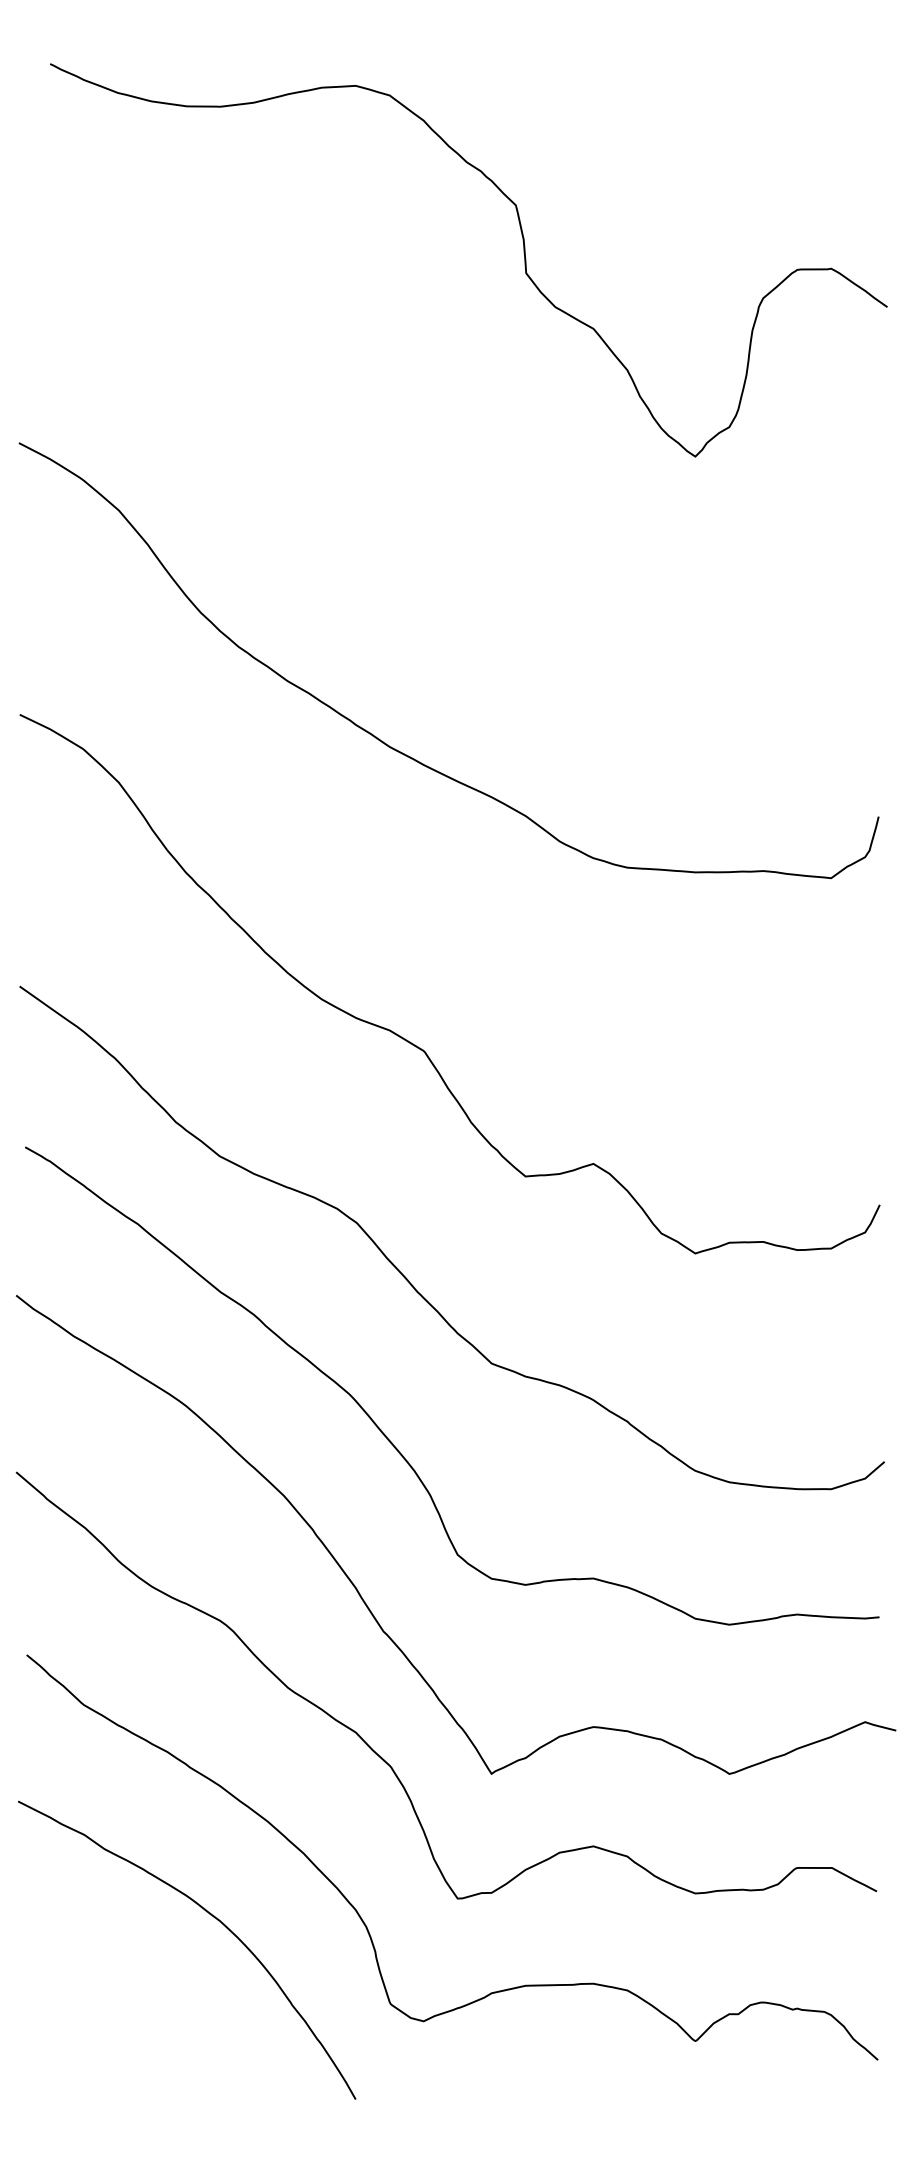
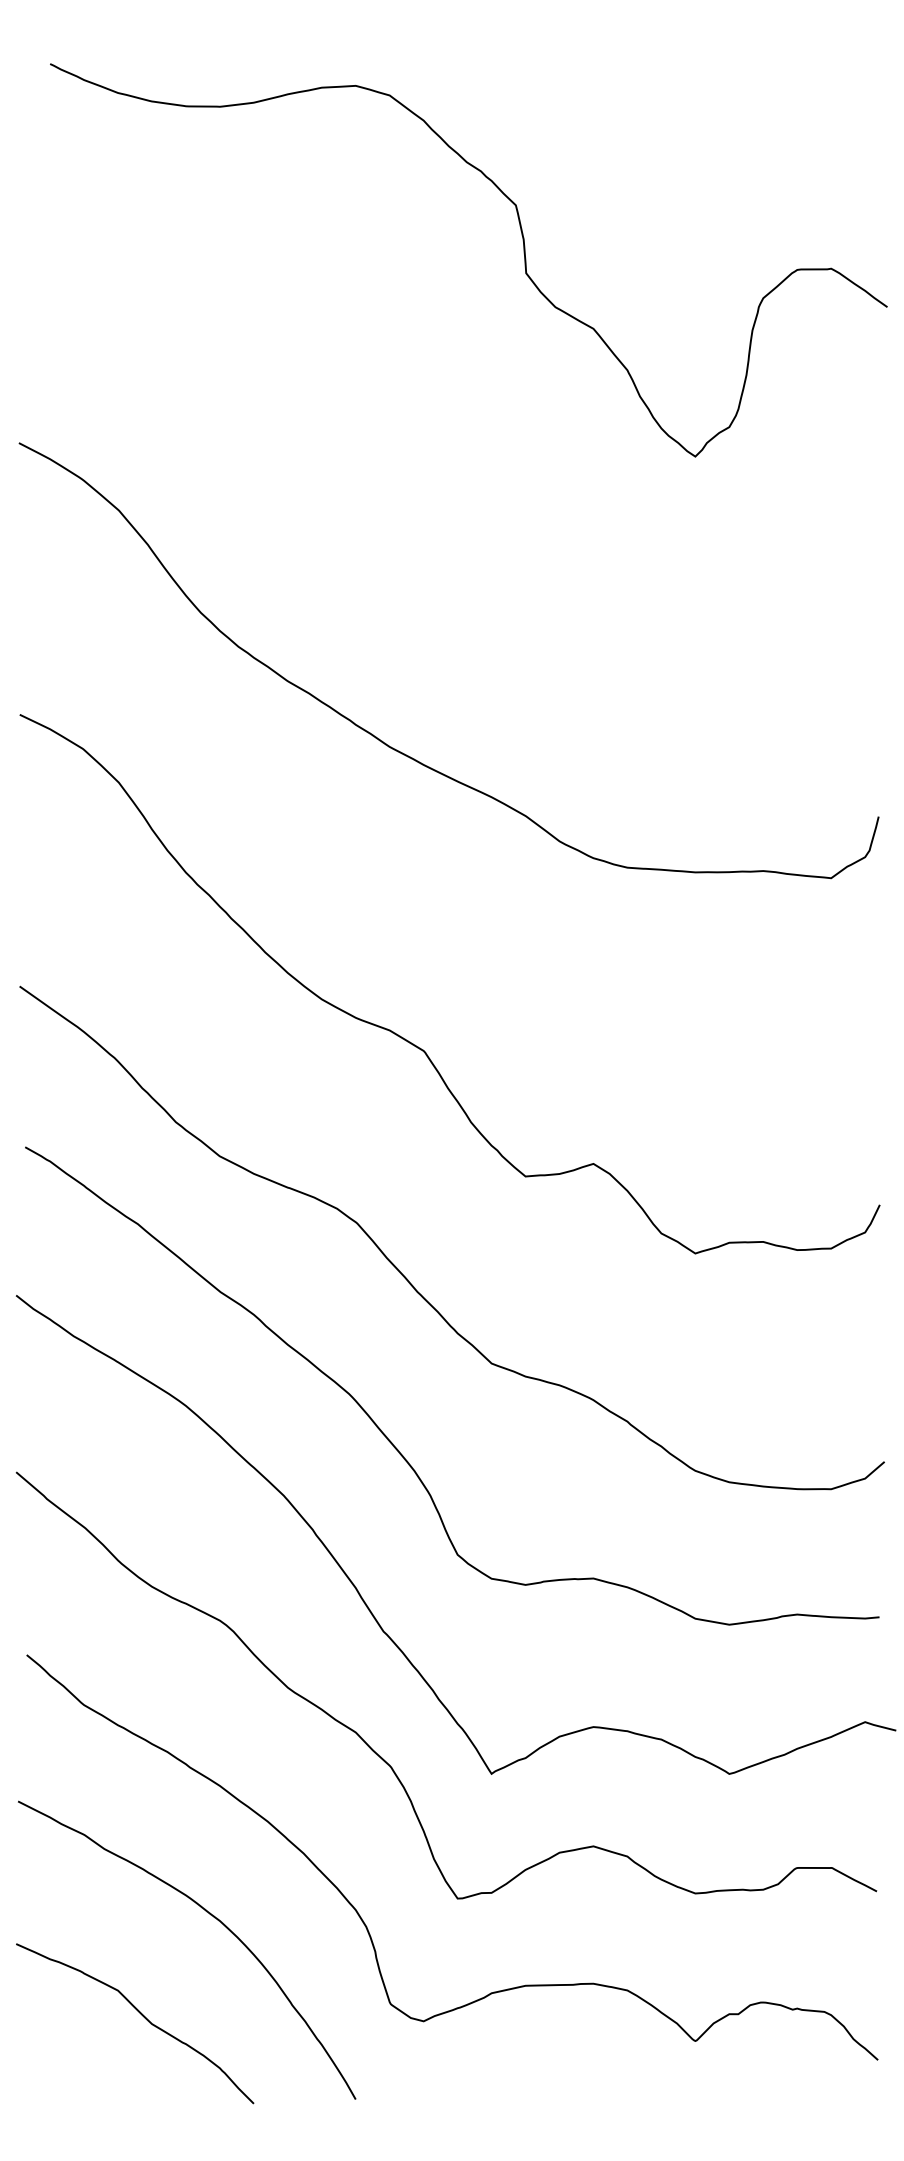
curve at (142, 2016): none -> present
